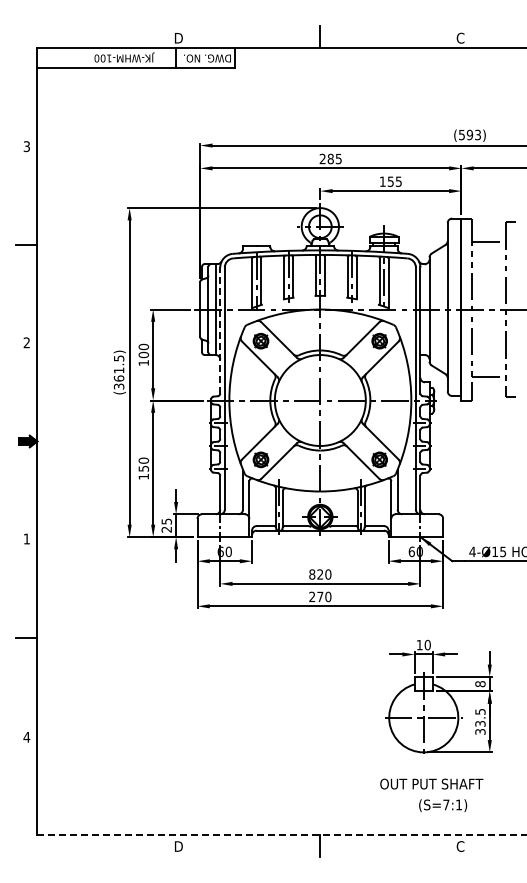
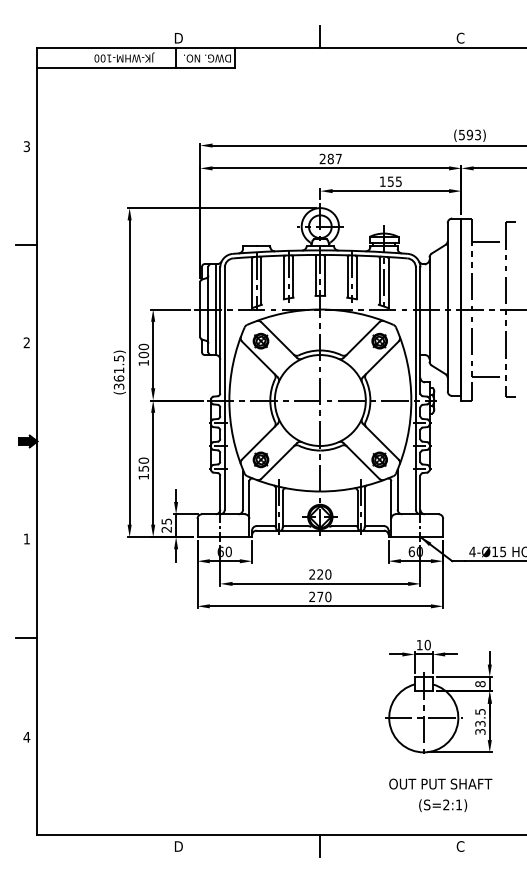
text at (338, 159): 285 -> 287
line at (220, 330): dashed -> solid
text at (312, 574): 820 -> 220
text at (431, 783) position: (431, 783) -> (440, 783)
text at (446, 804): (S=7:1) -> (S=2:1)
line at (282, 834): dashed -> solid
